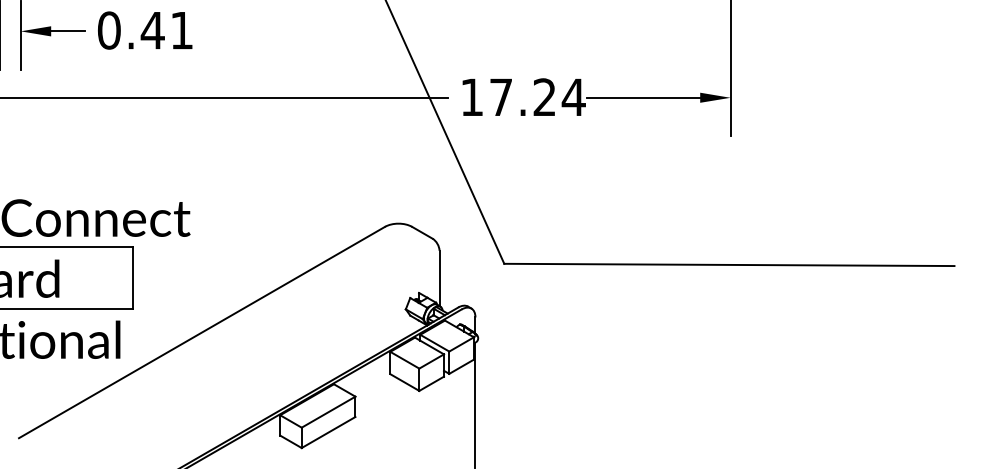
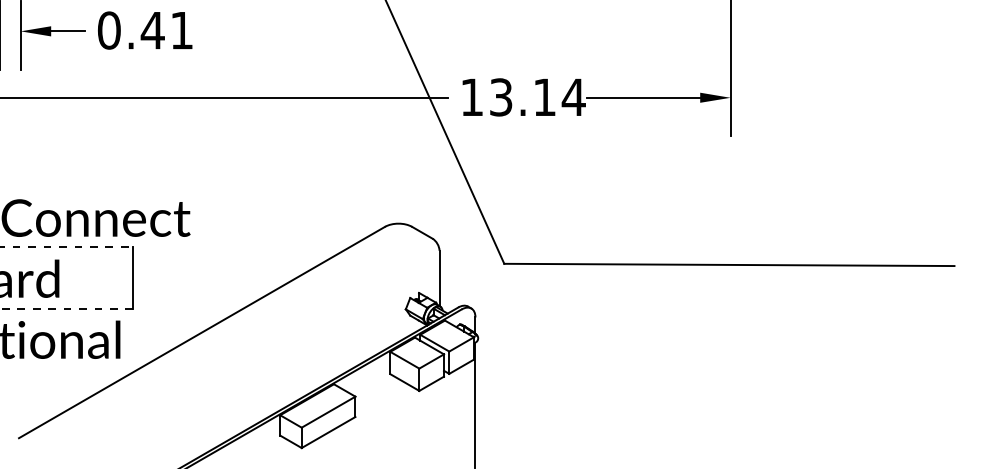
text at (522, 97): 17.24 -> 13.14
line at (67, 246): solid -> dashed
line at (66, 309): solid -> dashed
